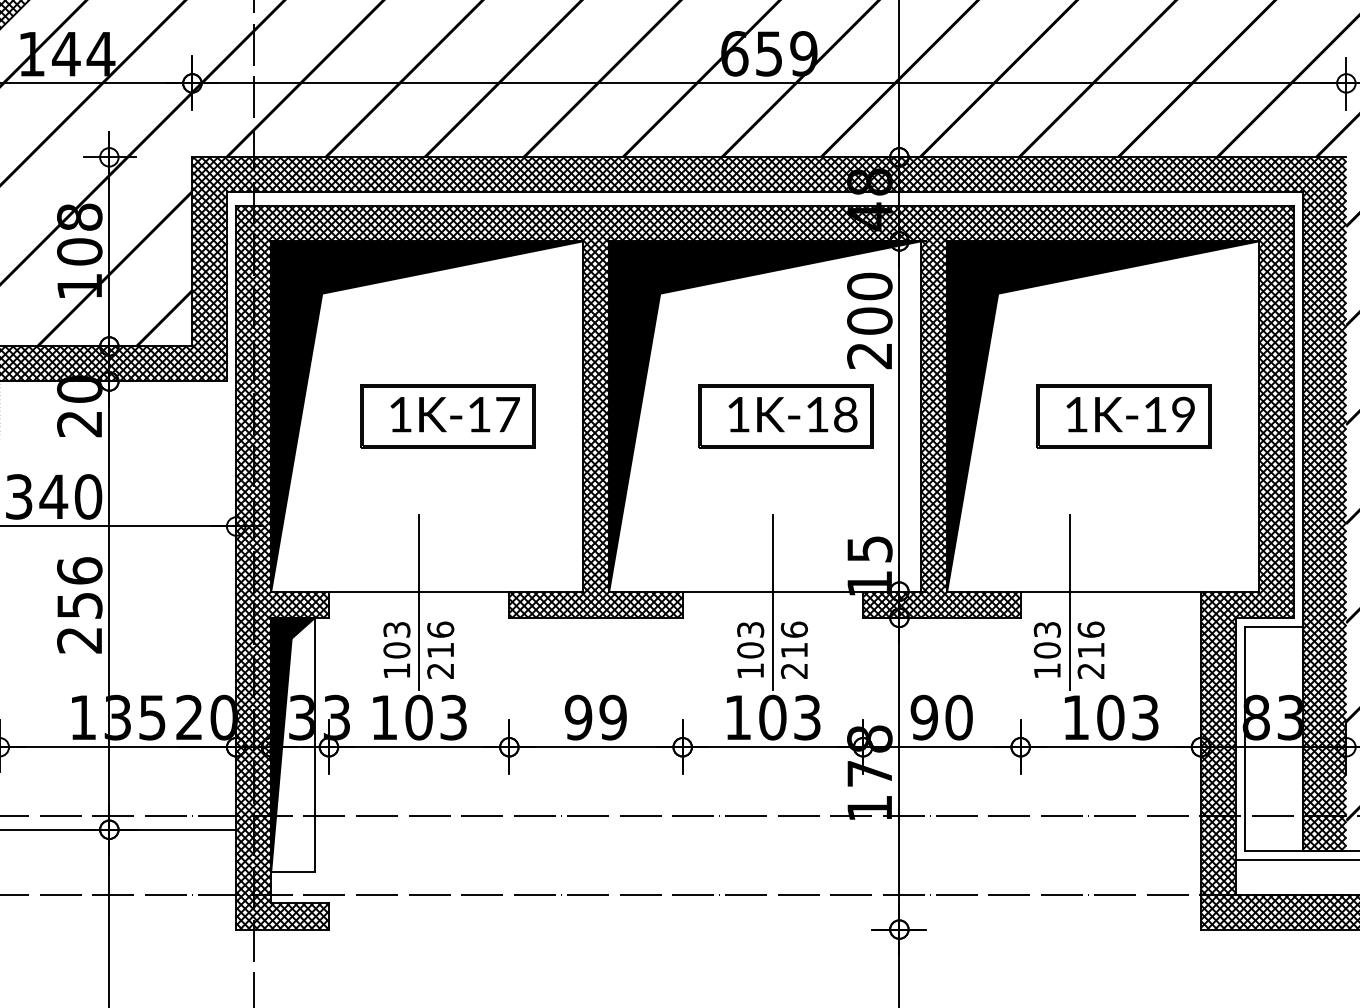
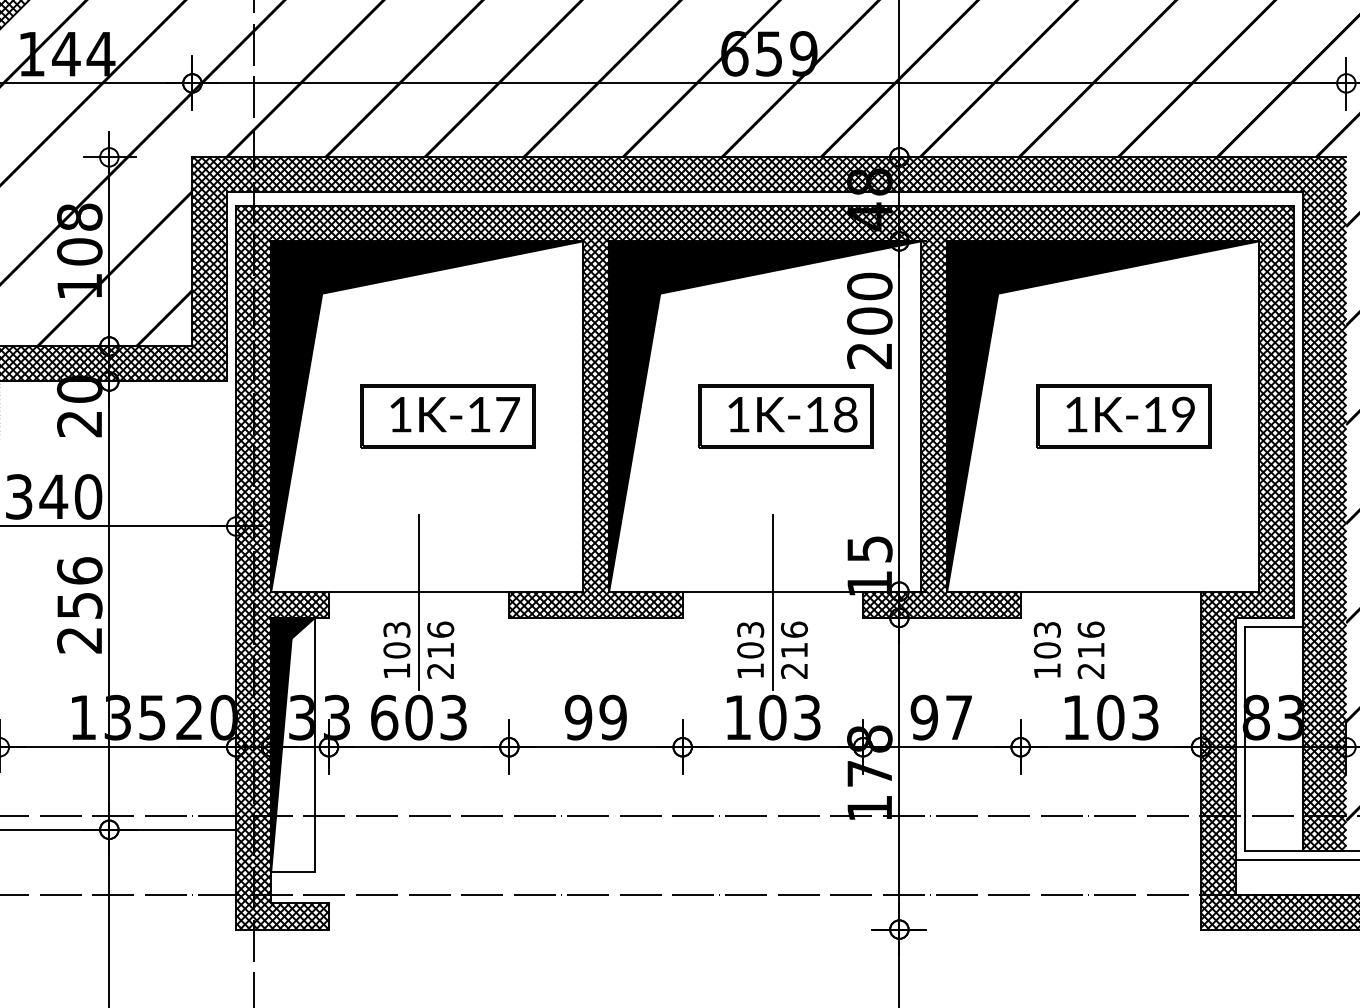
line at (1069, 602): present -> none
text at (384, 717): 103 -> 603
text at (958, 717): 90 -> 97
